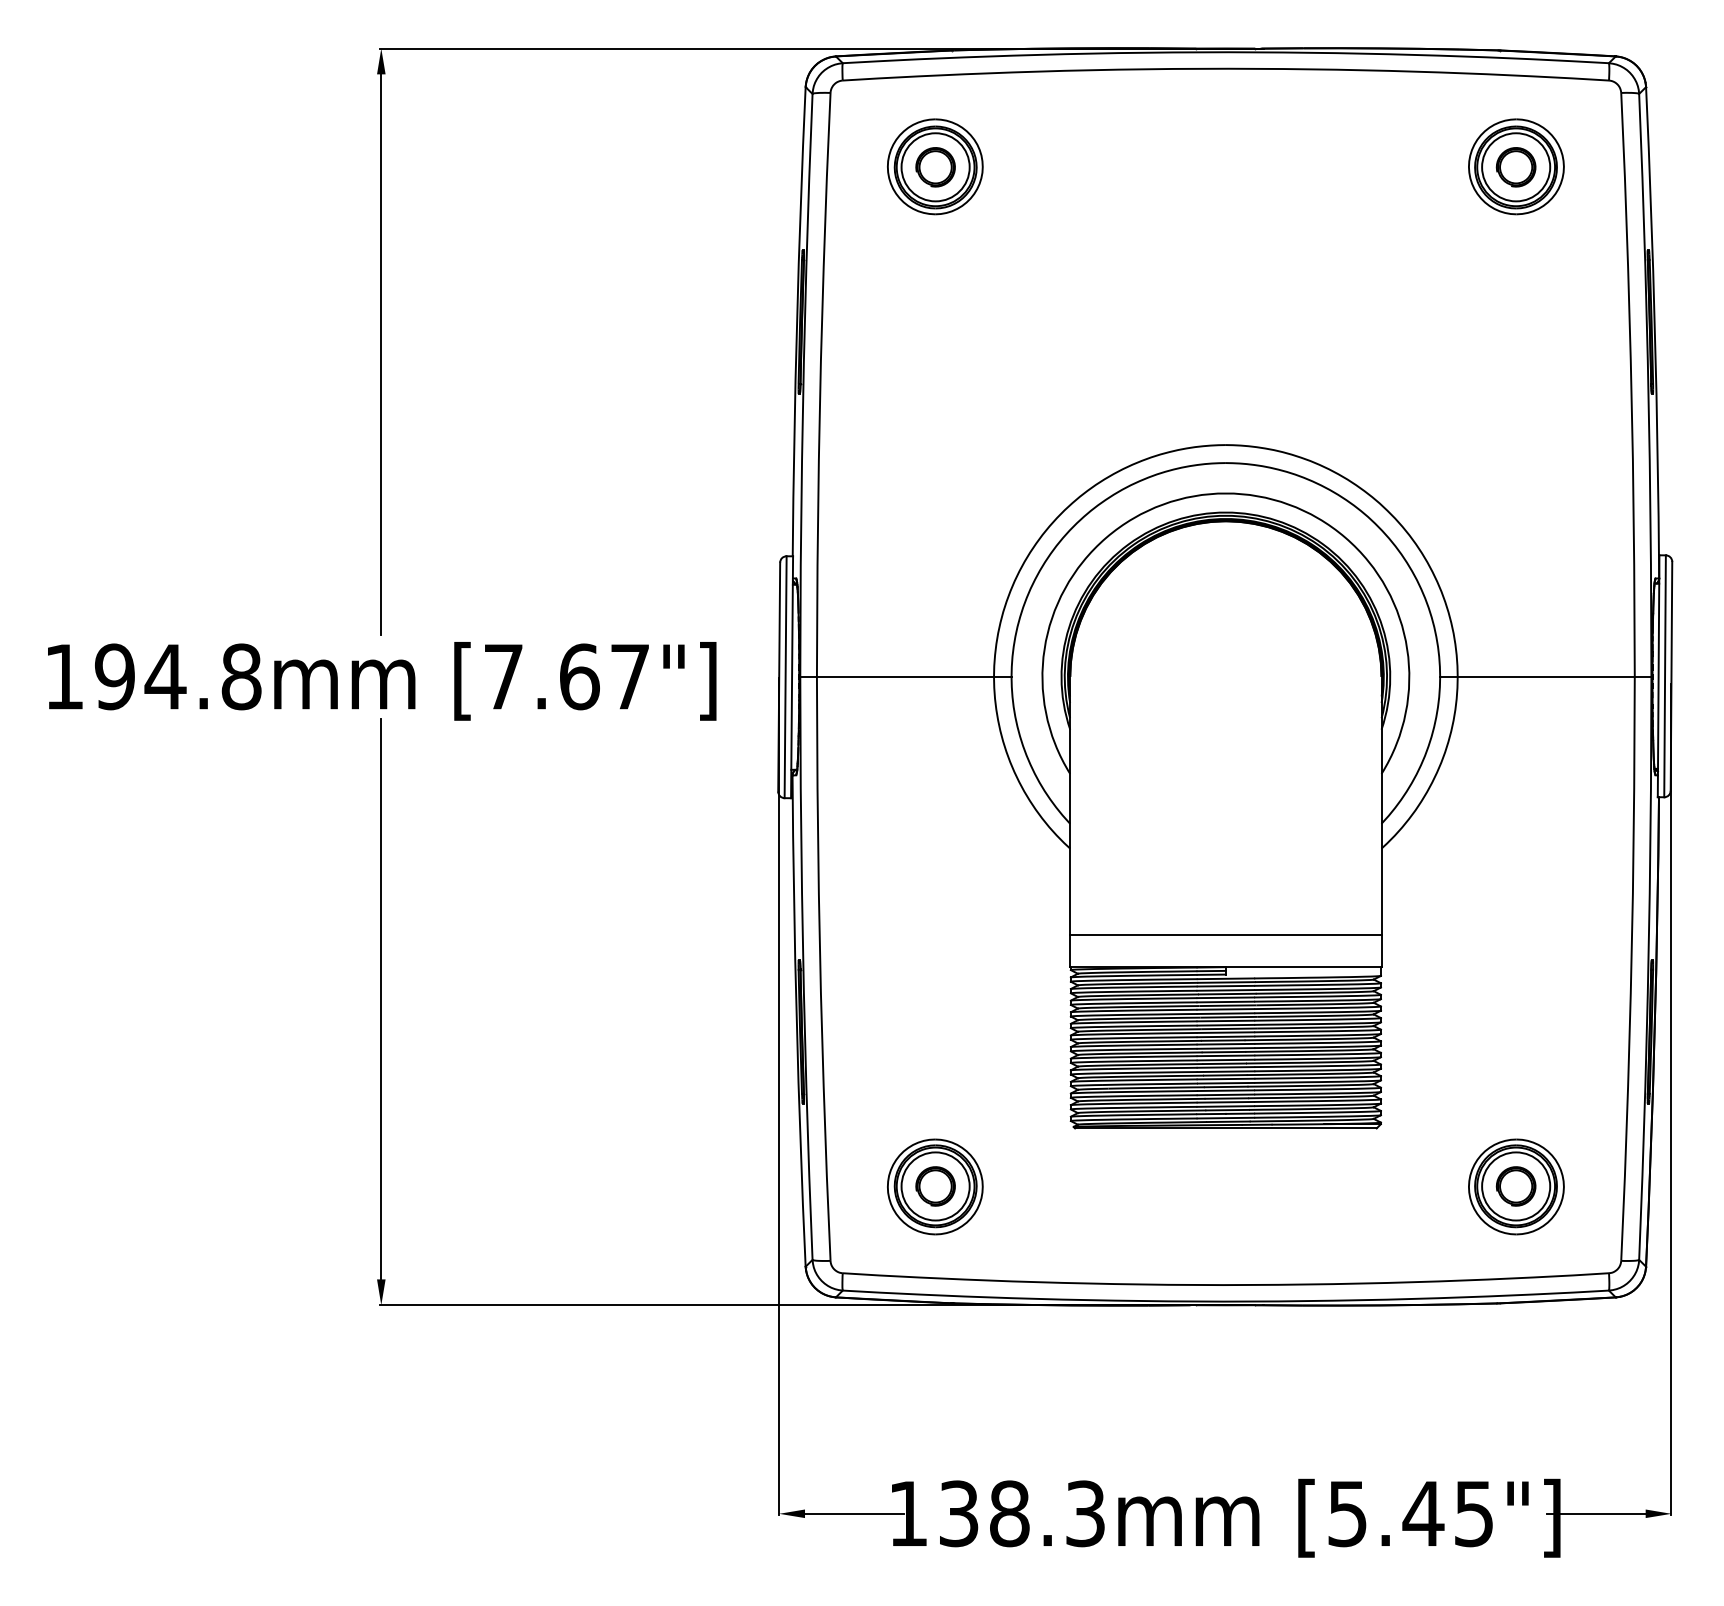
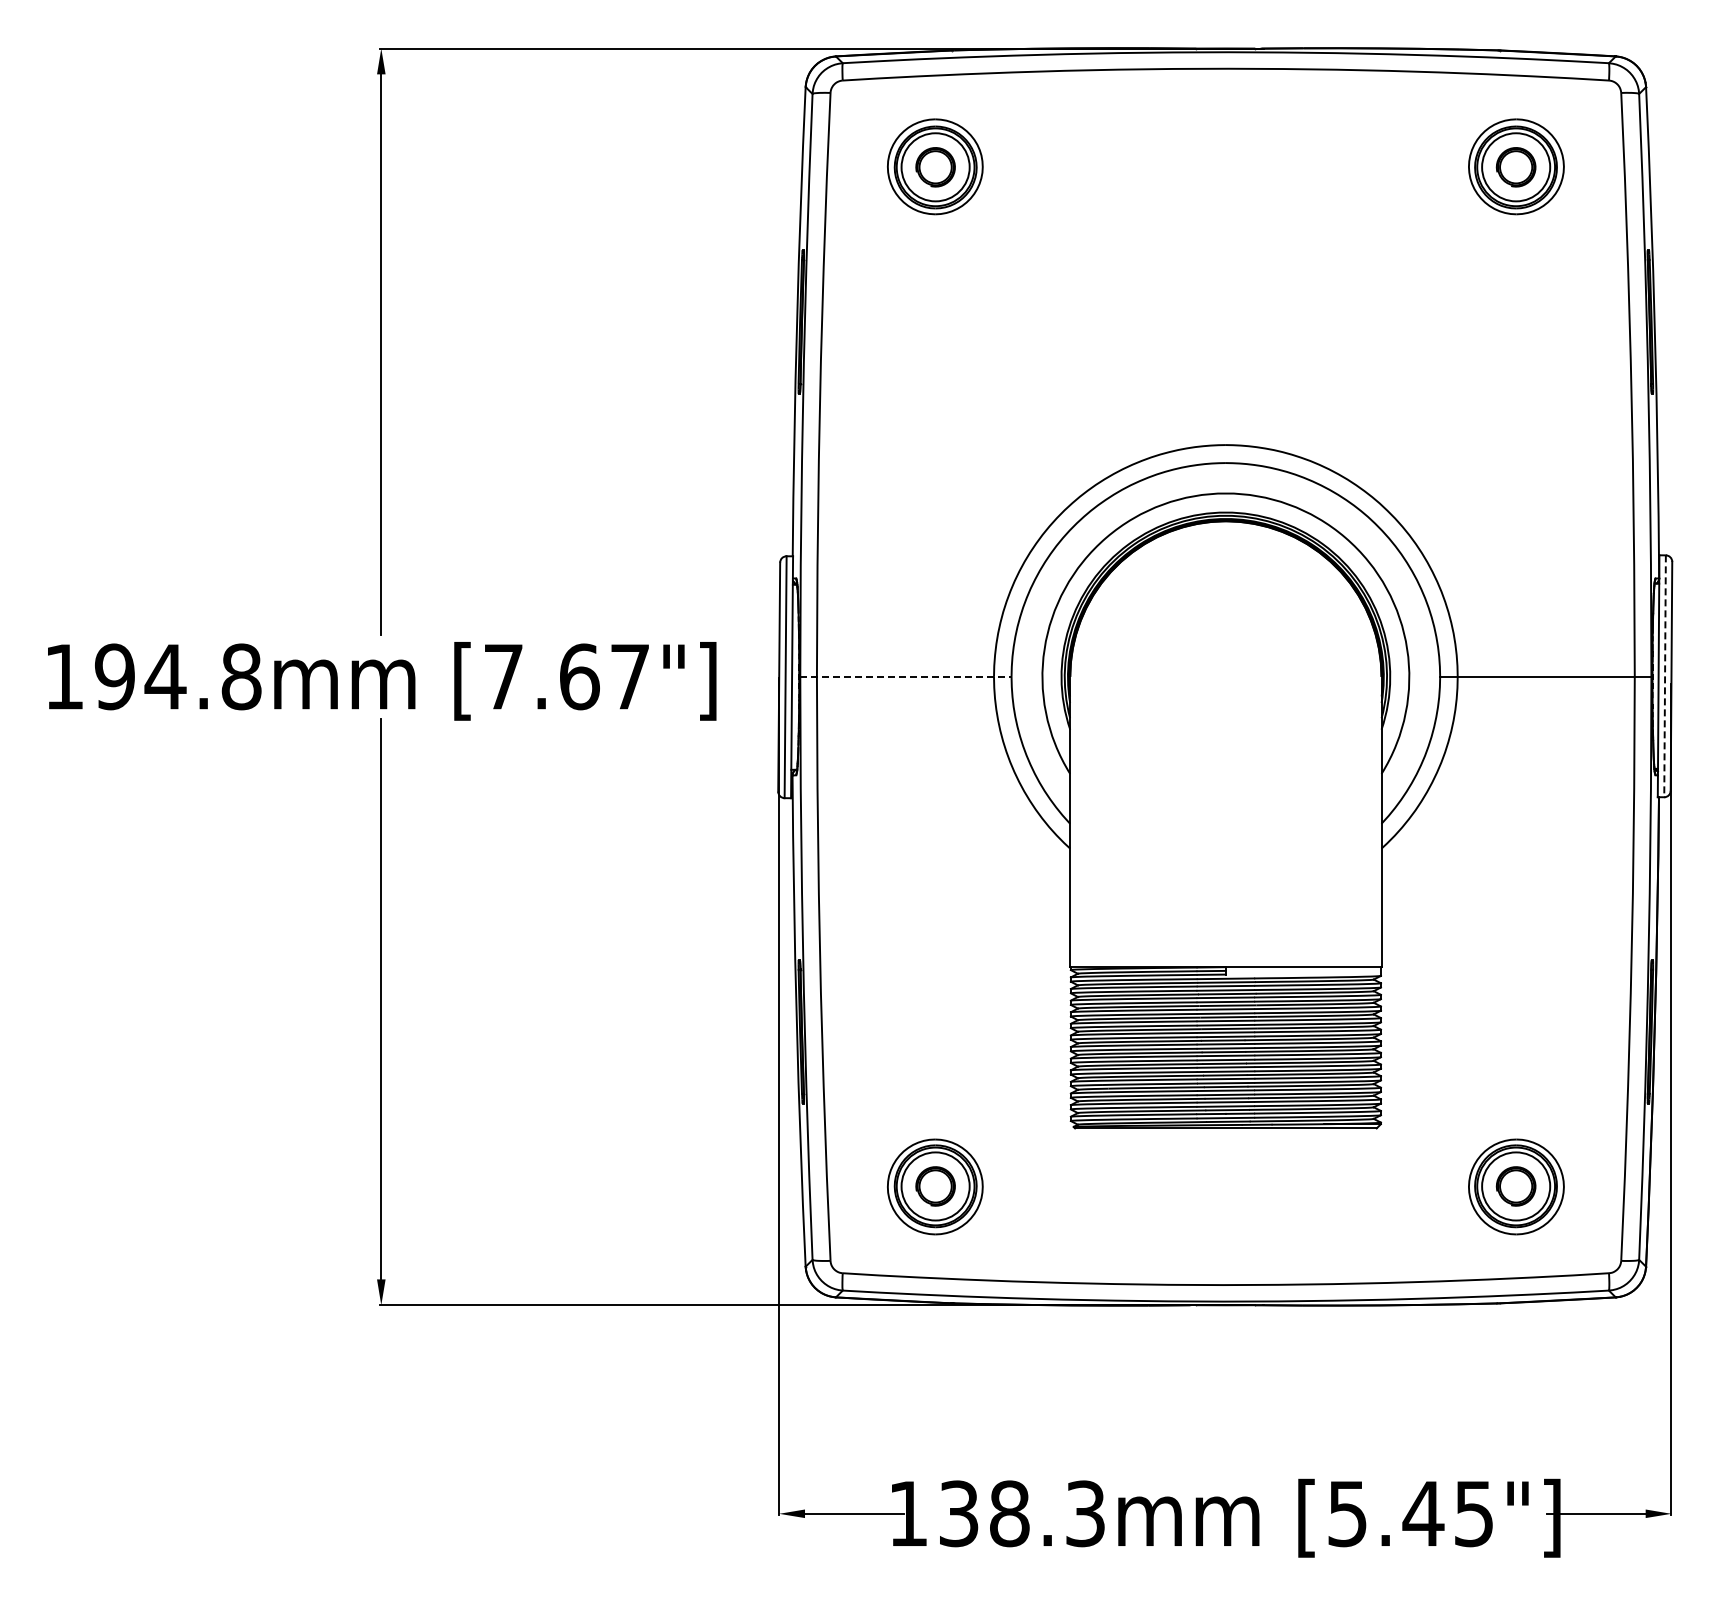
line at (905, 676): solid -> dashed
line at (1665, 676): solid -> dashed
line at (1225, 934): present -> none
